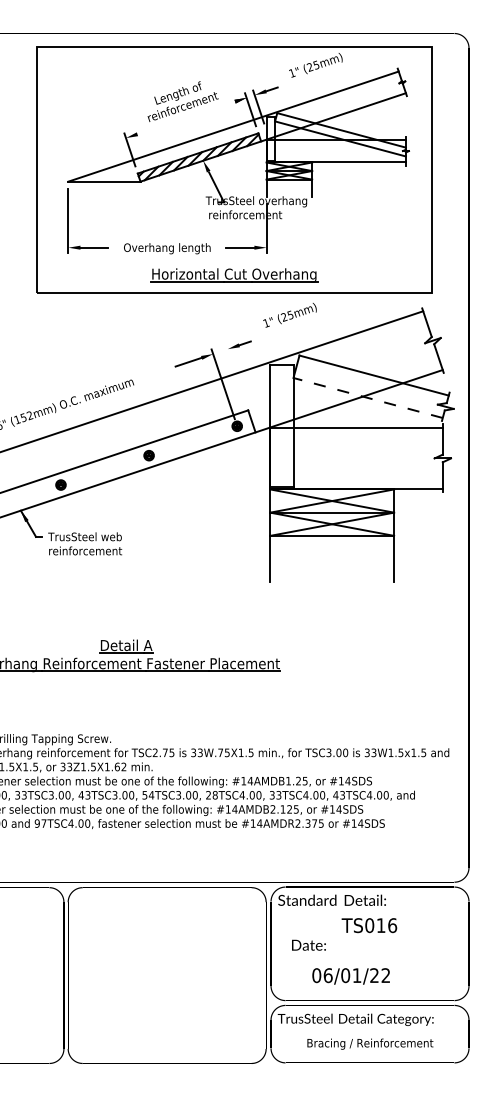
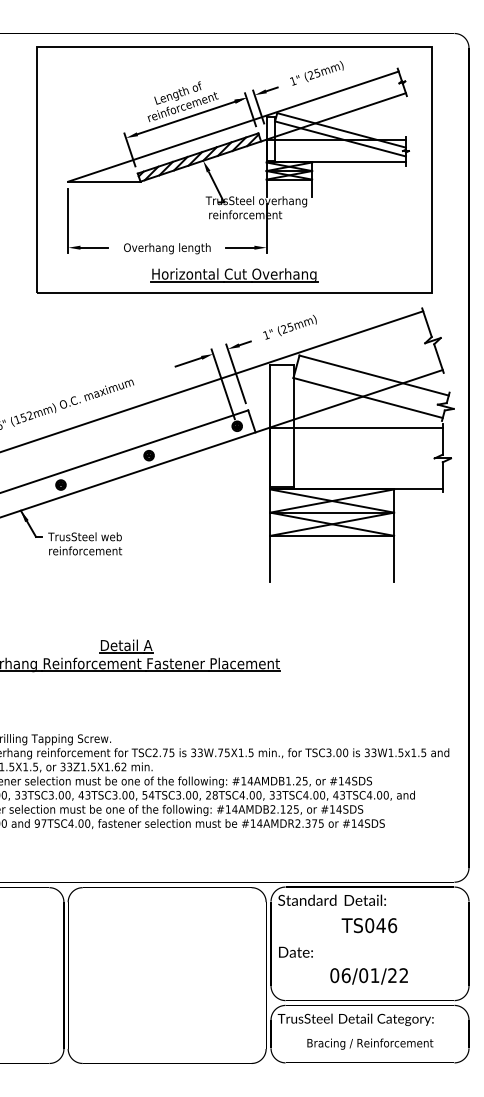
text at (315, 65) position: (315, 65) -> (316, 73)
line at (186, 117): none -> present
text at (289, 315) position: (289, 315) -> (289, 327)
line at (235, 373): none -> present
line at (367, 397): dashed -> solid
text at (380, 925): TS016 -> TS046
text at (308, 944) position: (308, 944) -> (295, 951)
text at (350, 976) position: (350, 976) -> (368, 976)
